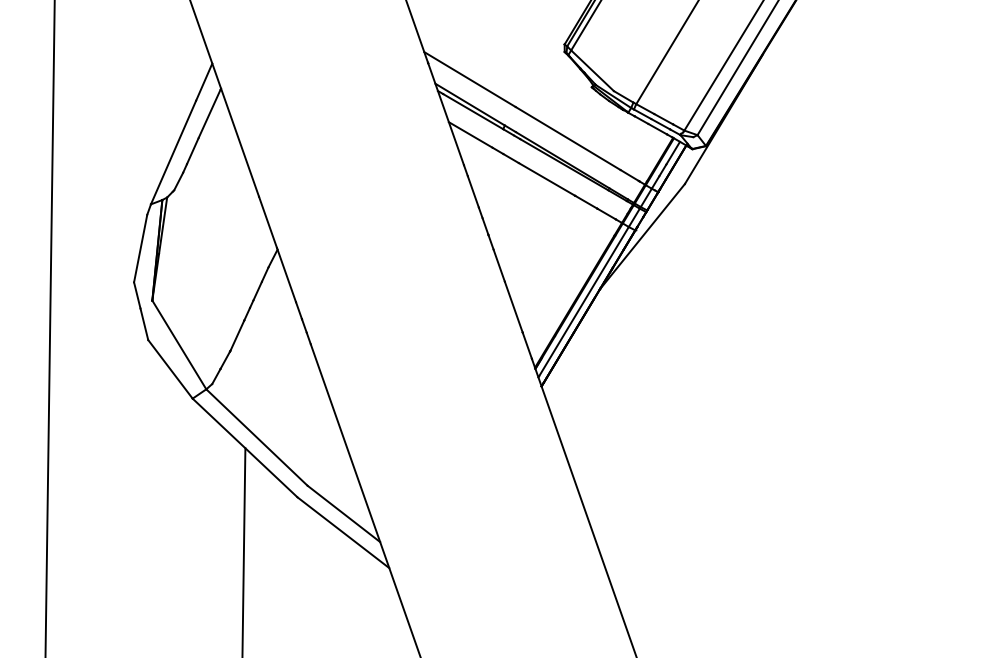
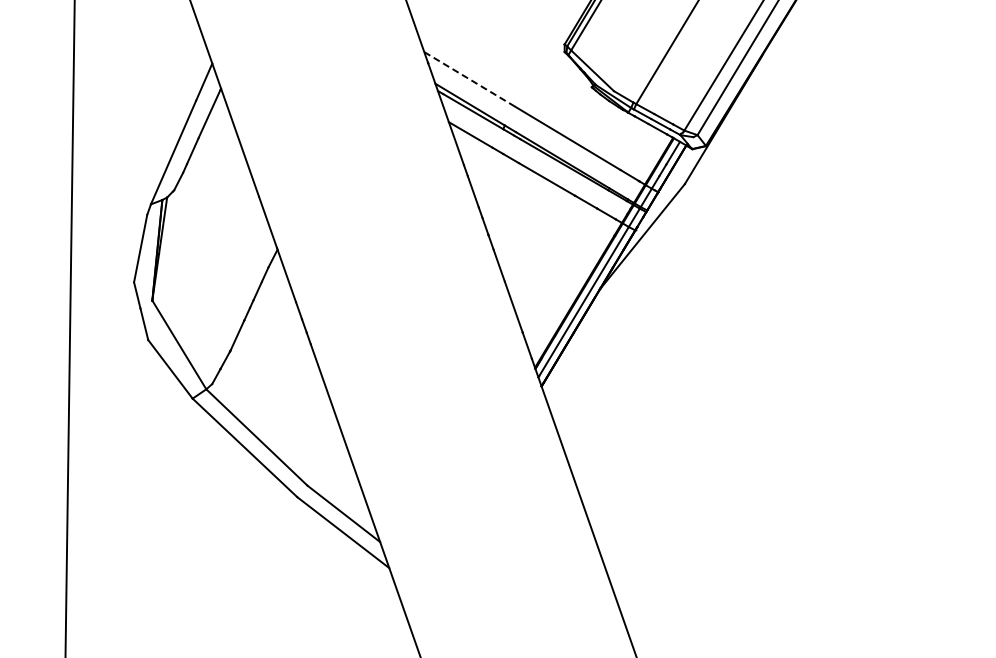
line at (470, 79): solid -> dashed
line at (49, 328) position: (49, 328) -> (69, 328)
line at (243, 551): present -> none
